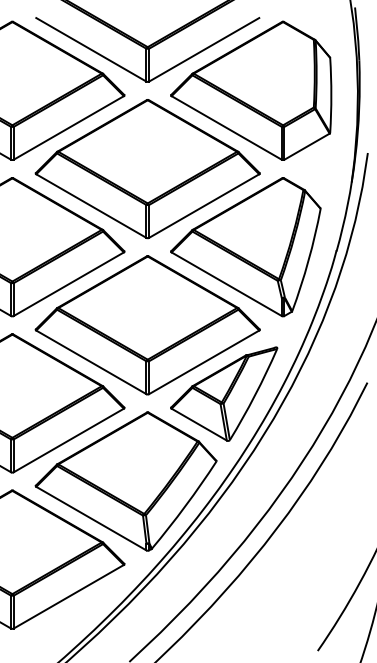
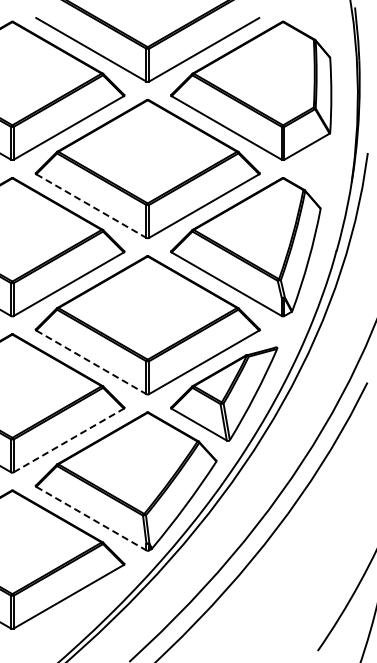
line at (91, 206): solid -> dashed
line at (91, 362): solid -> dashed
line at (68, 440): solid -> dashed
line at (91, 518): solid -> dashed
